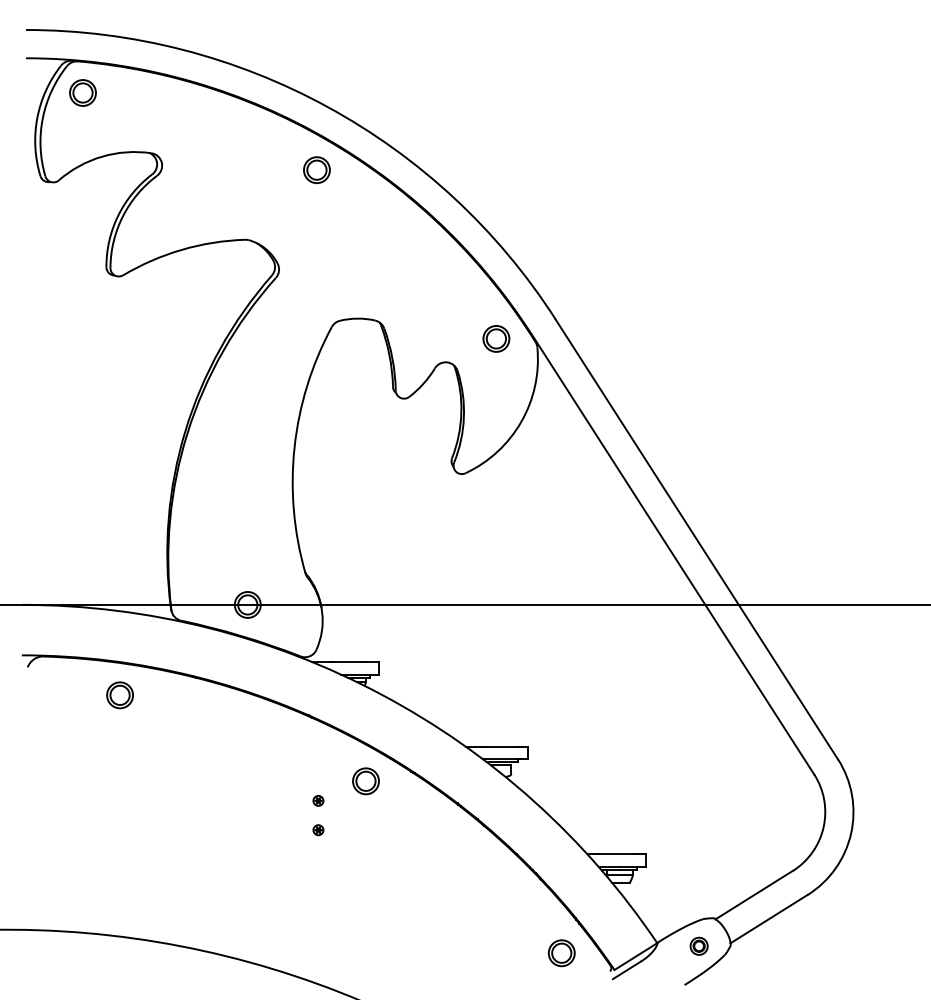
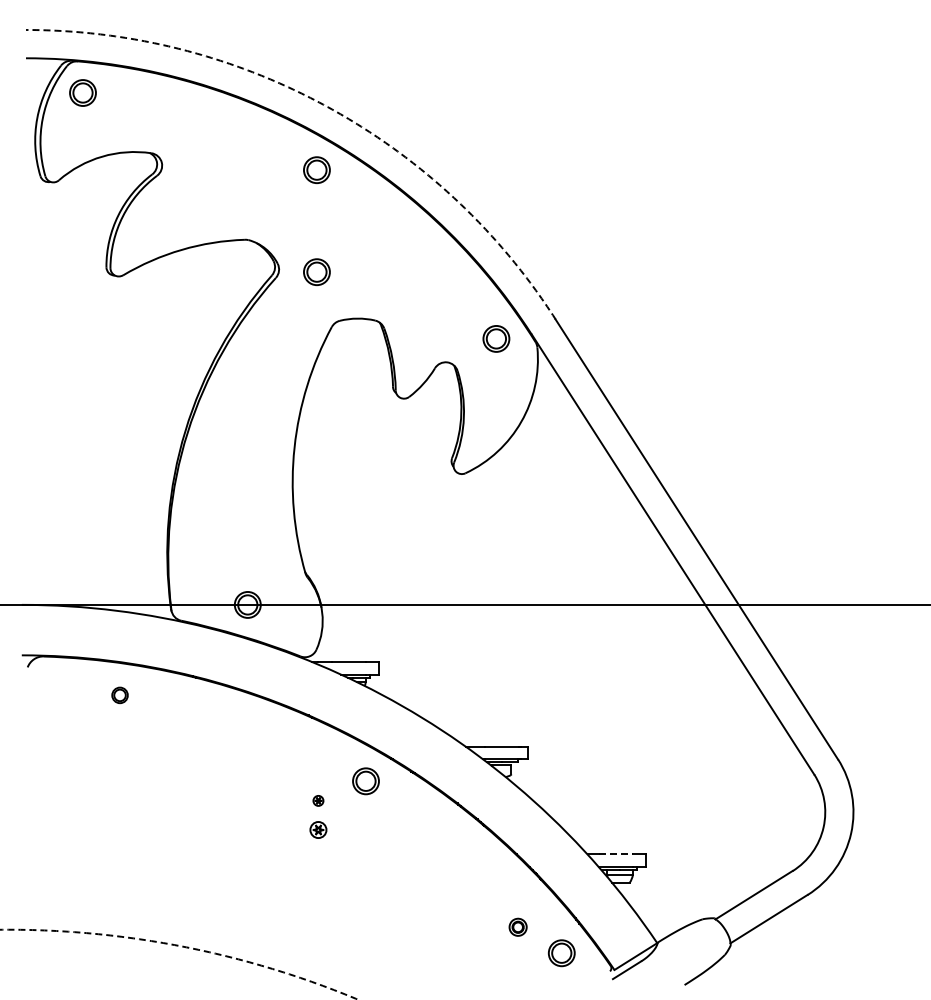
arc at (327, 107): solid -> dashed
part at (316, 271): none -> present
part at (119, 695) size: 28x29 px -> 18x19 px
part at (318, 830) size: 13x13 px -> 19x18 px
line at (616, 854): solid -> dashed
part at (698, 945) position: (698, 945) -> (517, 926)
arc at (182, 946): solid -> dashed
